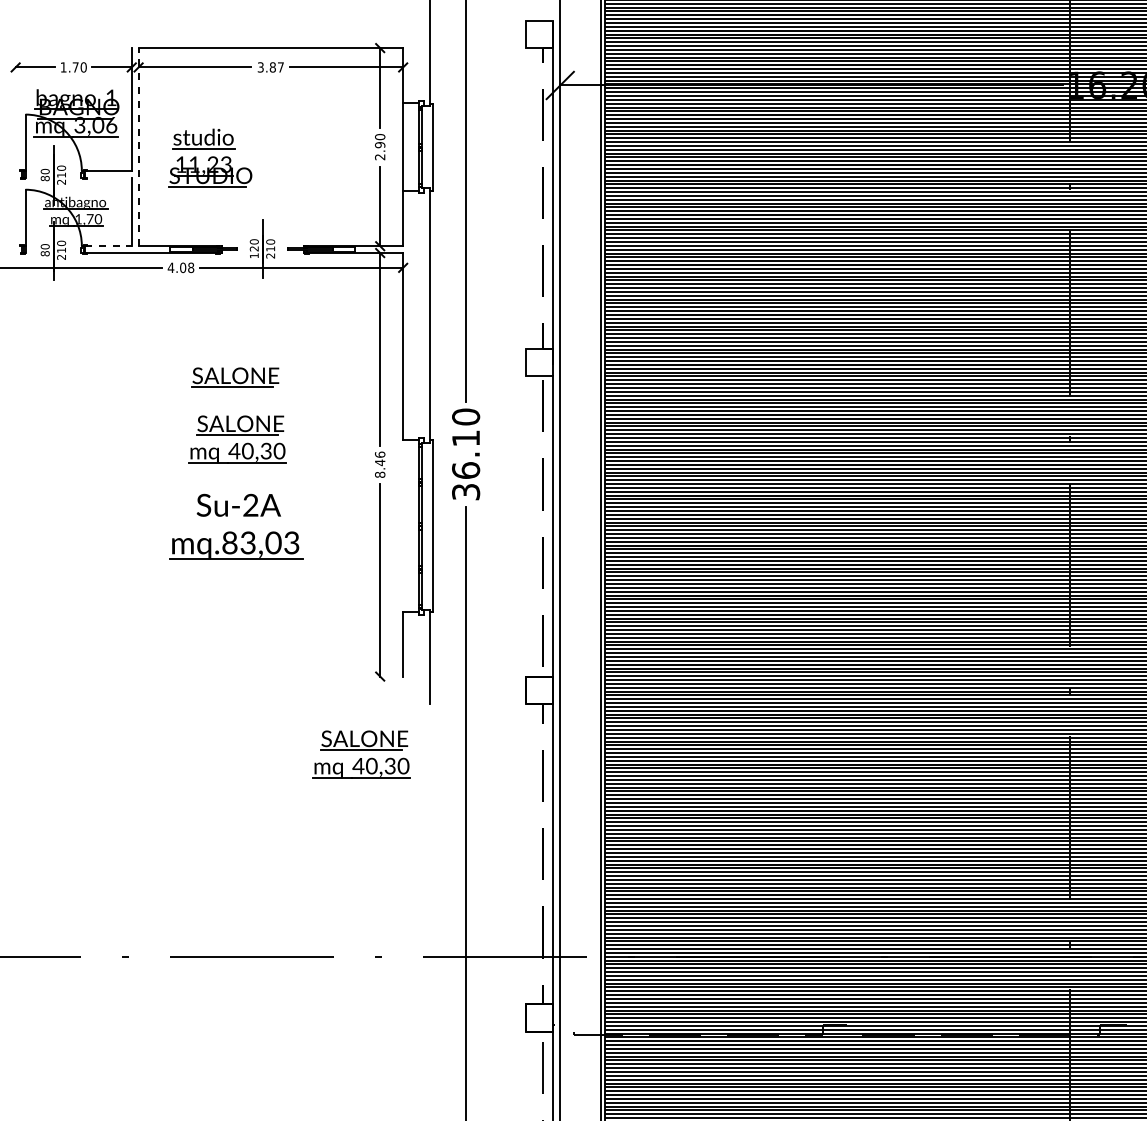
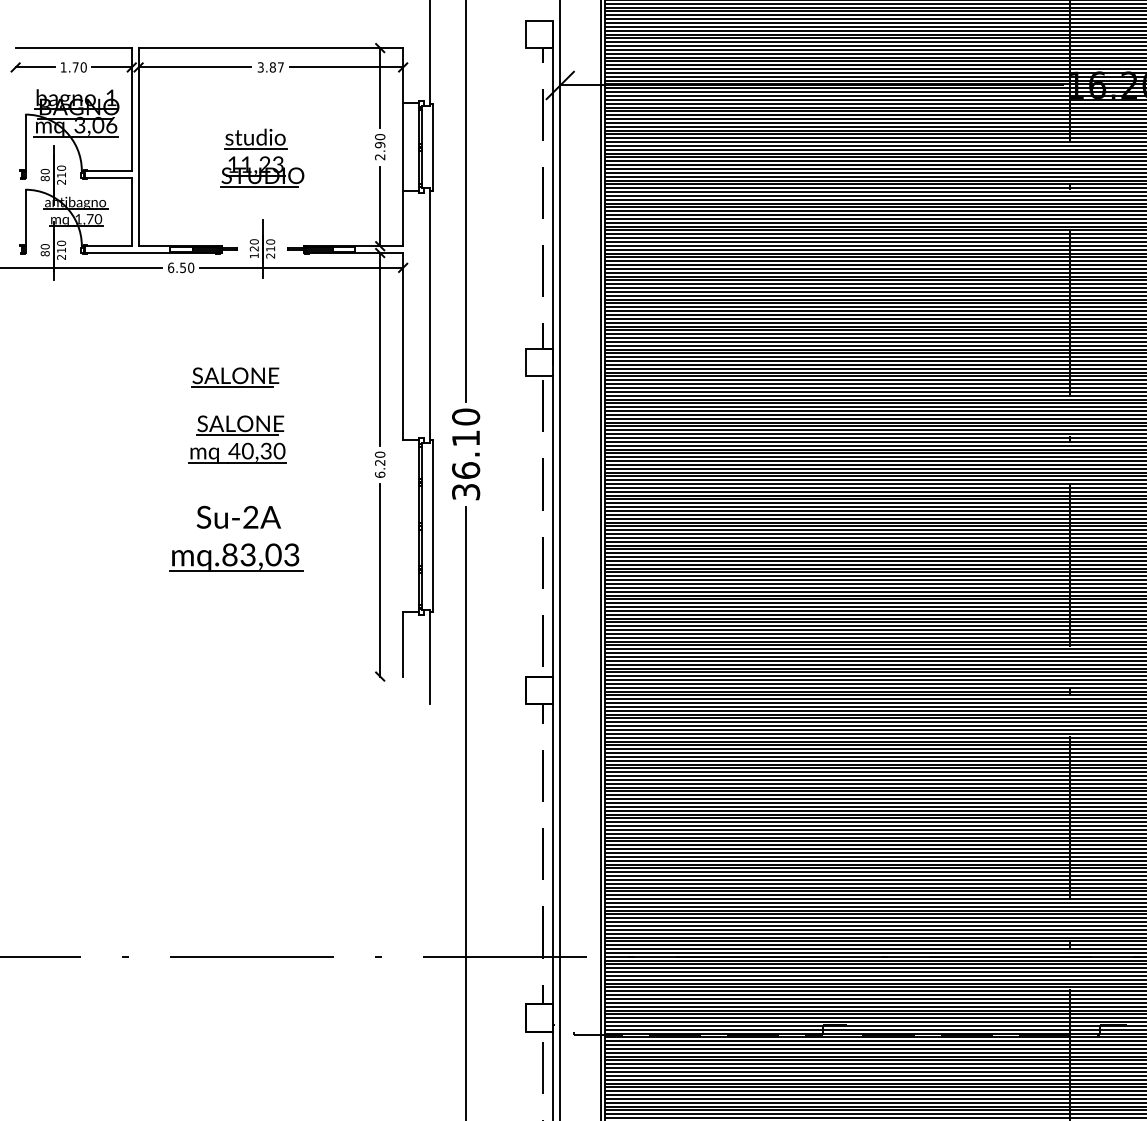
line at (73, 48): none -> present
line at (138, 146): dashed -> solid
part at (210, 157) position: (210, 157) -> (262, 157)
line at (107, 177): none -> present
line at (108, 246): dashed -> solid
text at (180, 267): 4.08 -> 6.50
text at (380, 464): 8.46 -> 6.20
part at (234, 532) position: (234, 532) -> (234, 544)
part at (361, 754): present -> none
